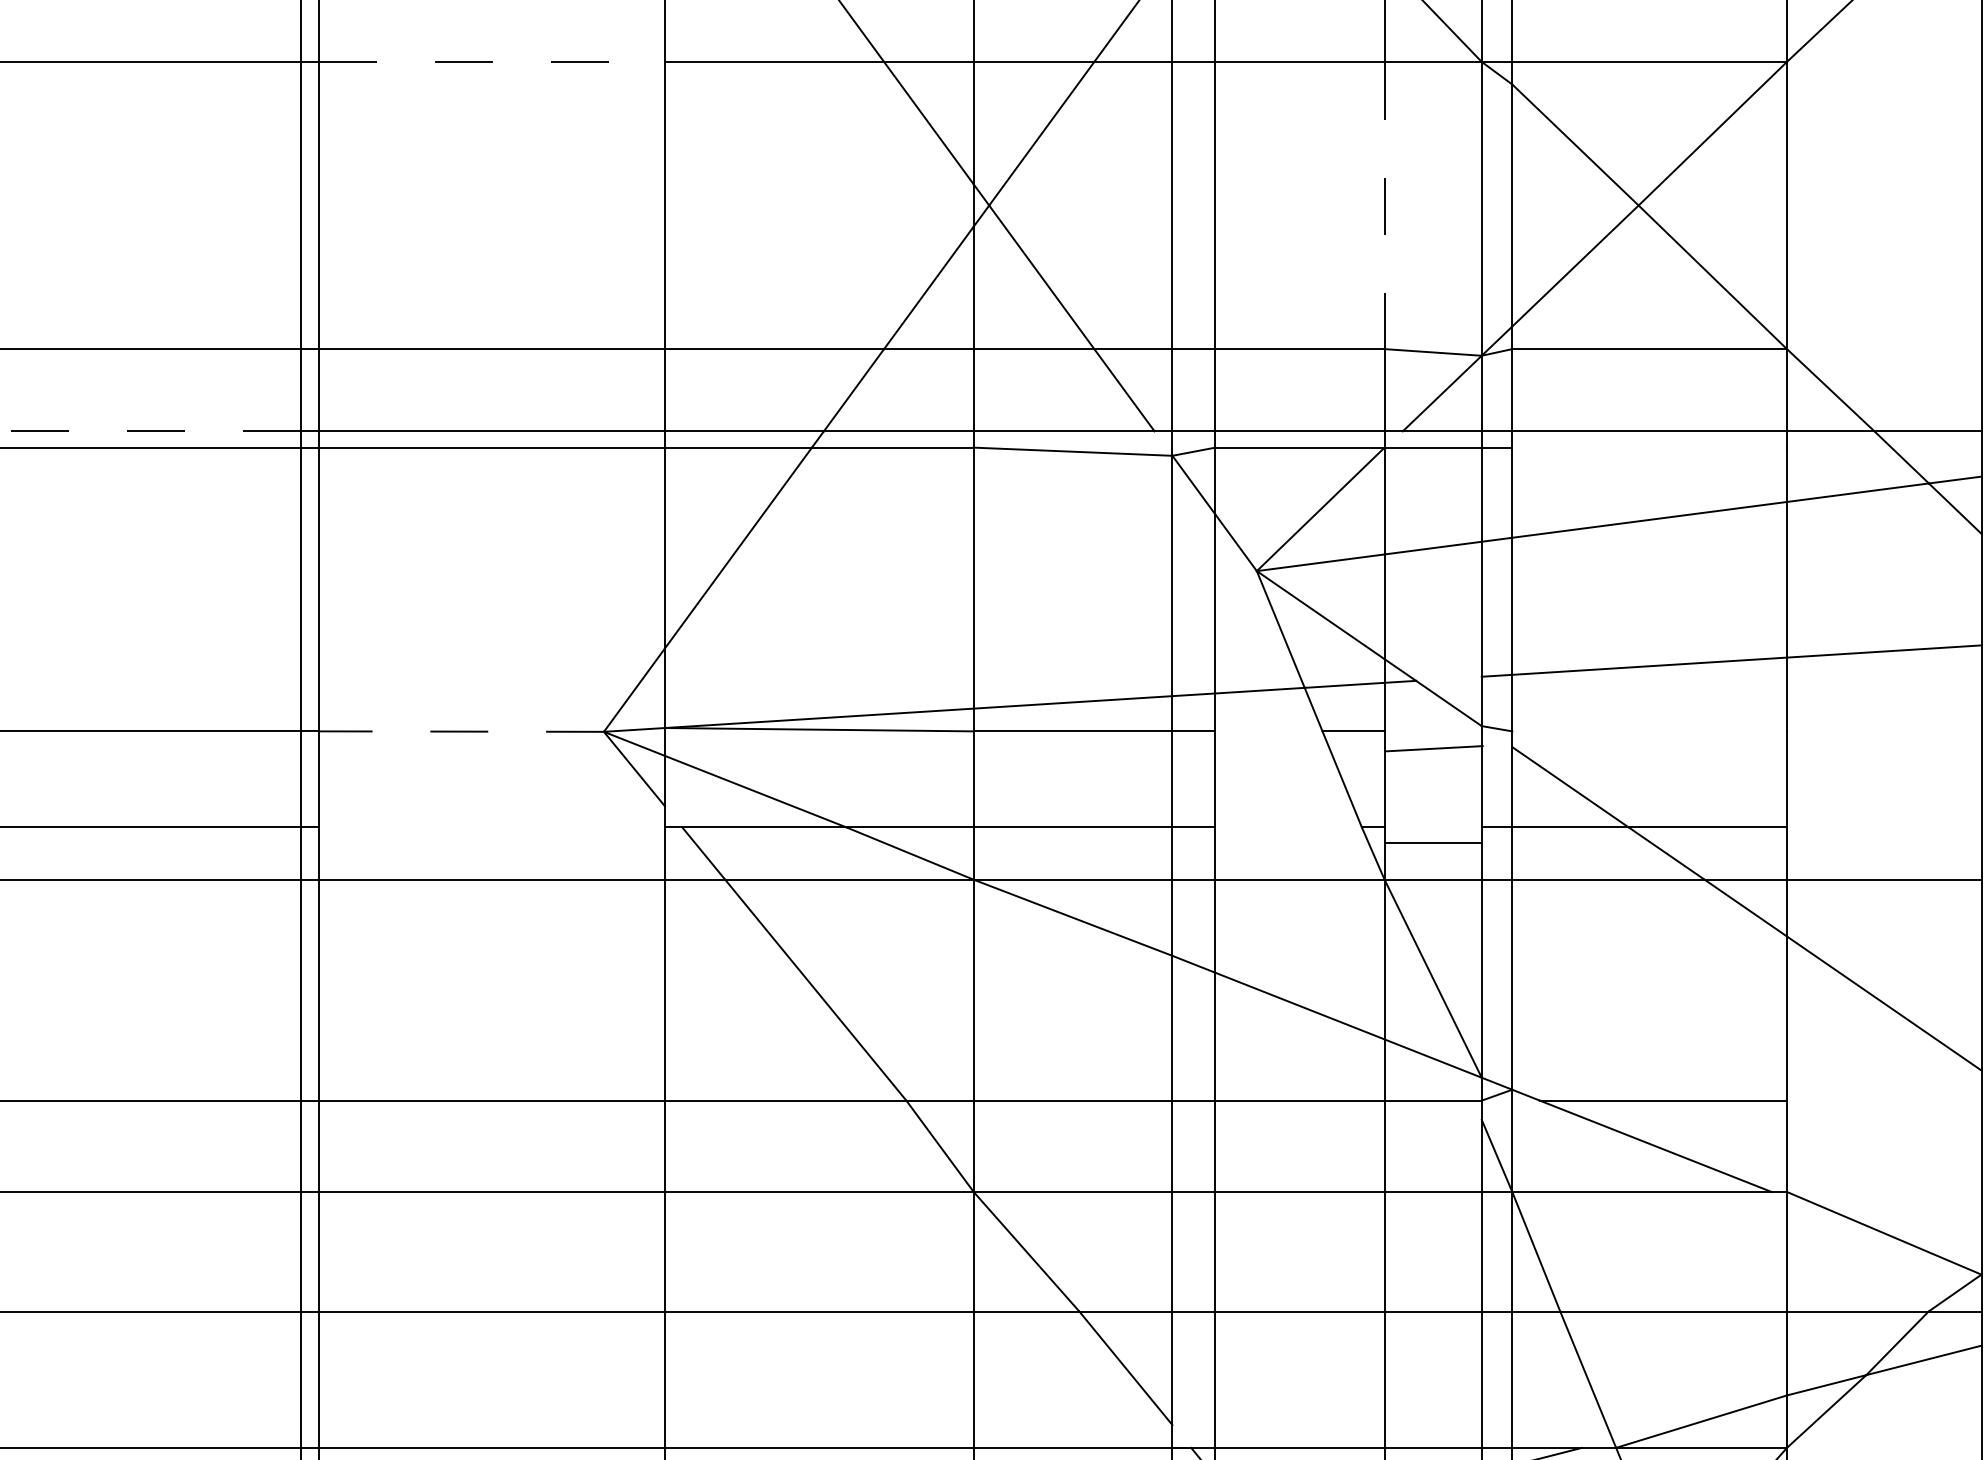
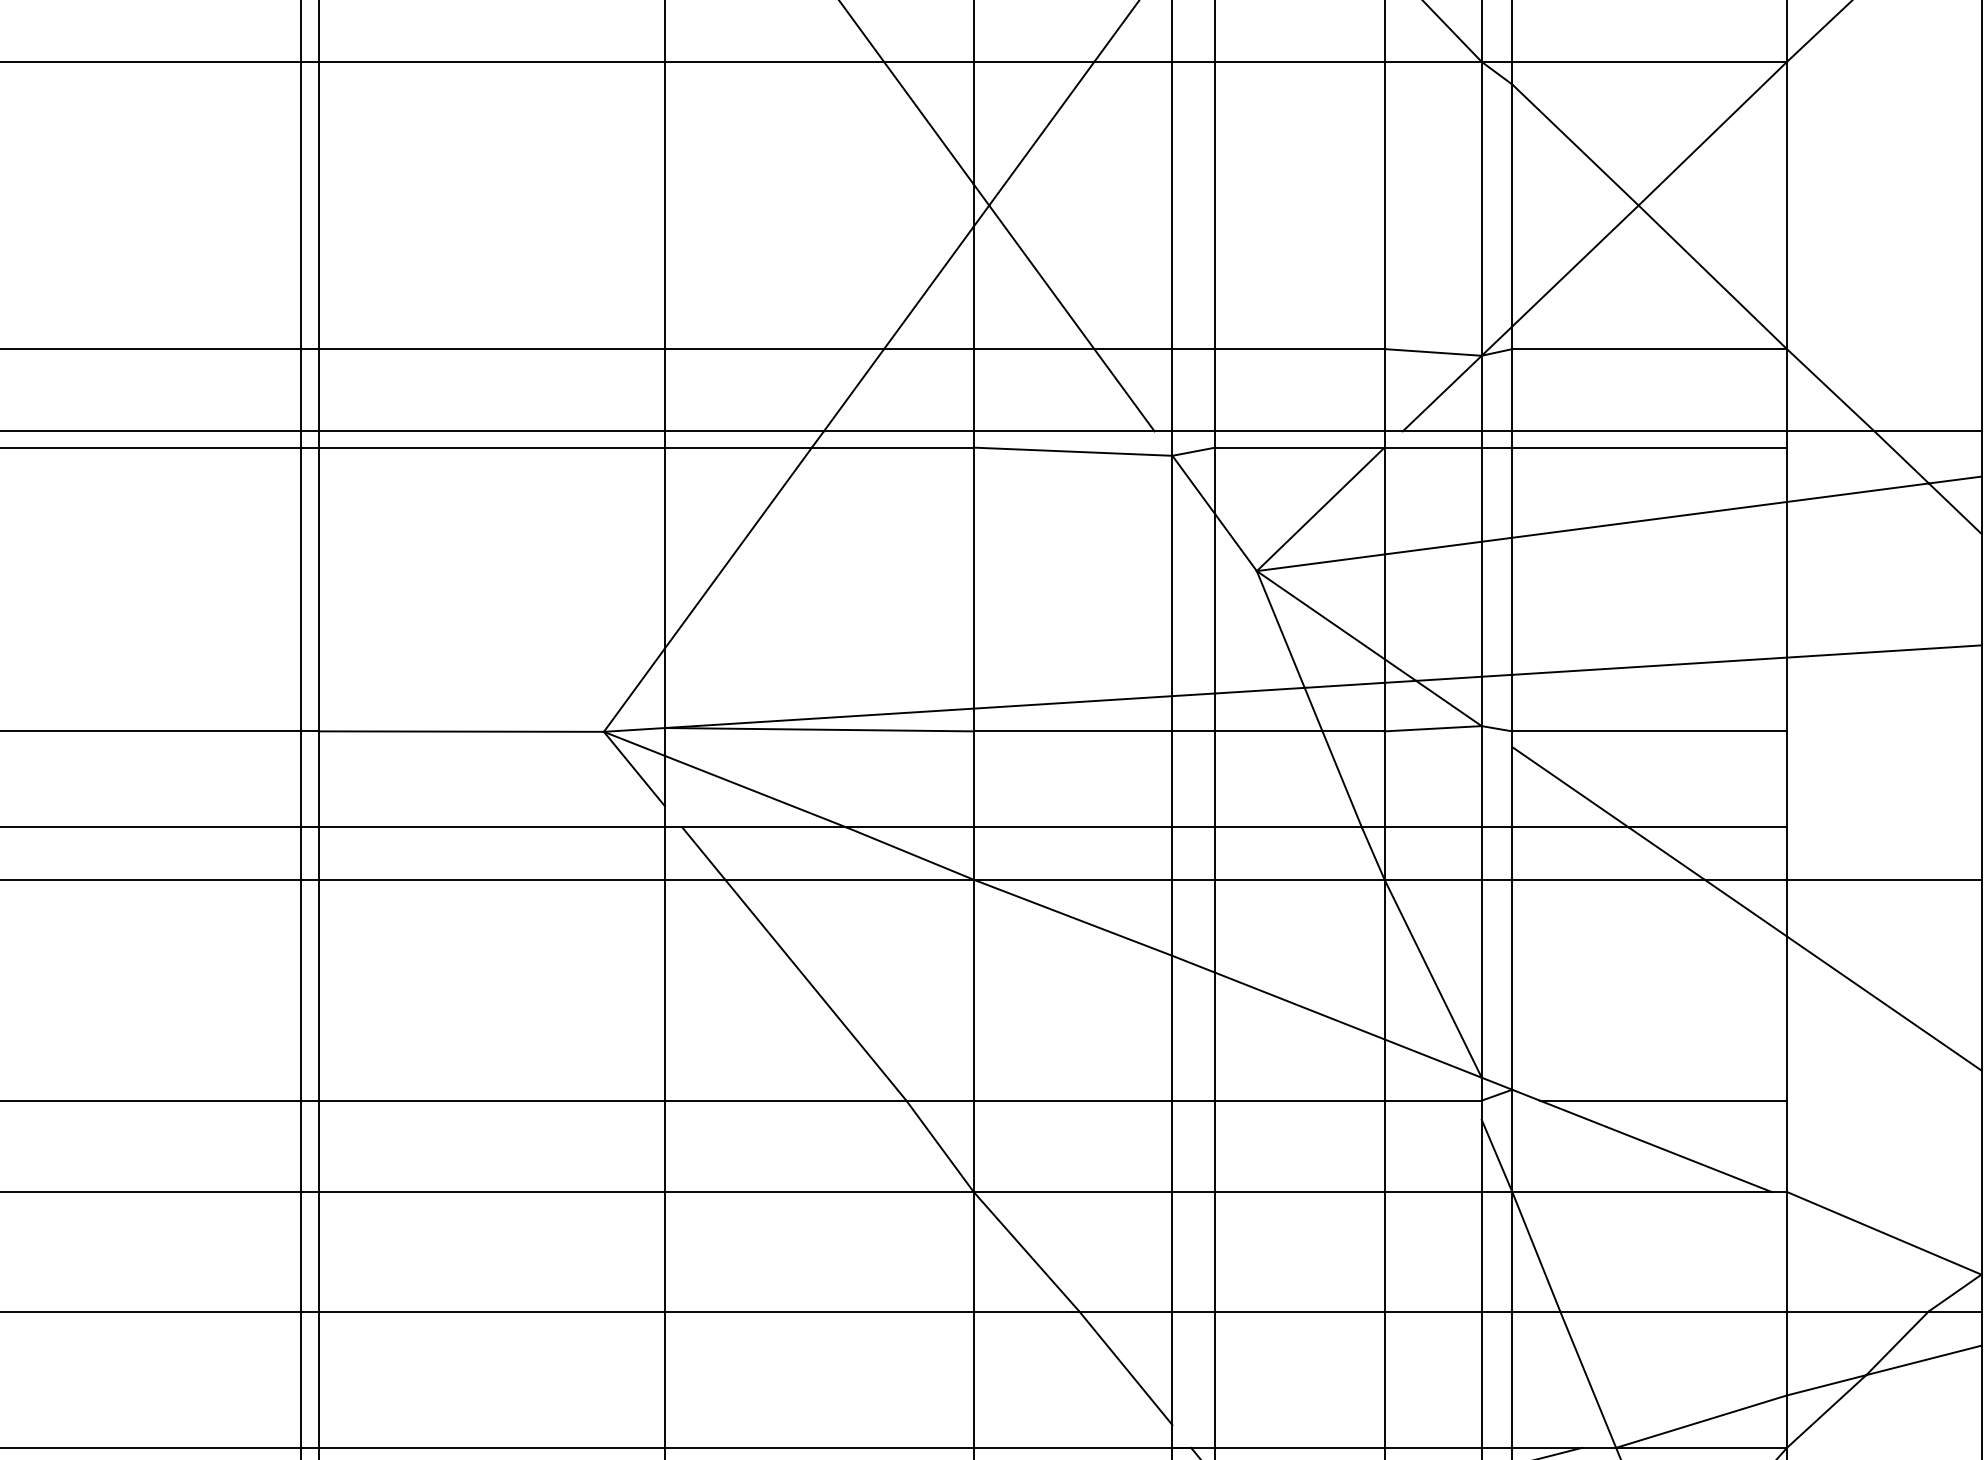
line at (492, 61): dashed -> solid
line at (1384, 205): dashed -> solid
line at (150, 431): dashed -> solid
line at (1649, 447): none -> present
line at (1448, 678): none -> present
line at (461, 731): dashed -> solid
line at (1268, 731): none -> present
line at (1649, 731): none -> present
line at (1433, 748) position: (1433, 748) -> (1432, 728)
line at (491, 827): none -> present
line at (1288, 827): none -> present
line at (1432, 843) position: (1432, 843) -> (1432, 827)
